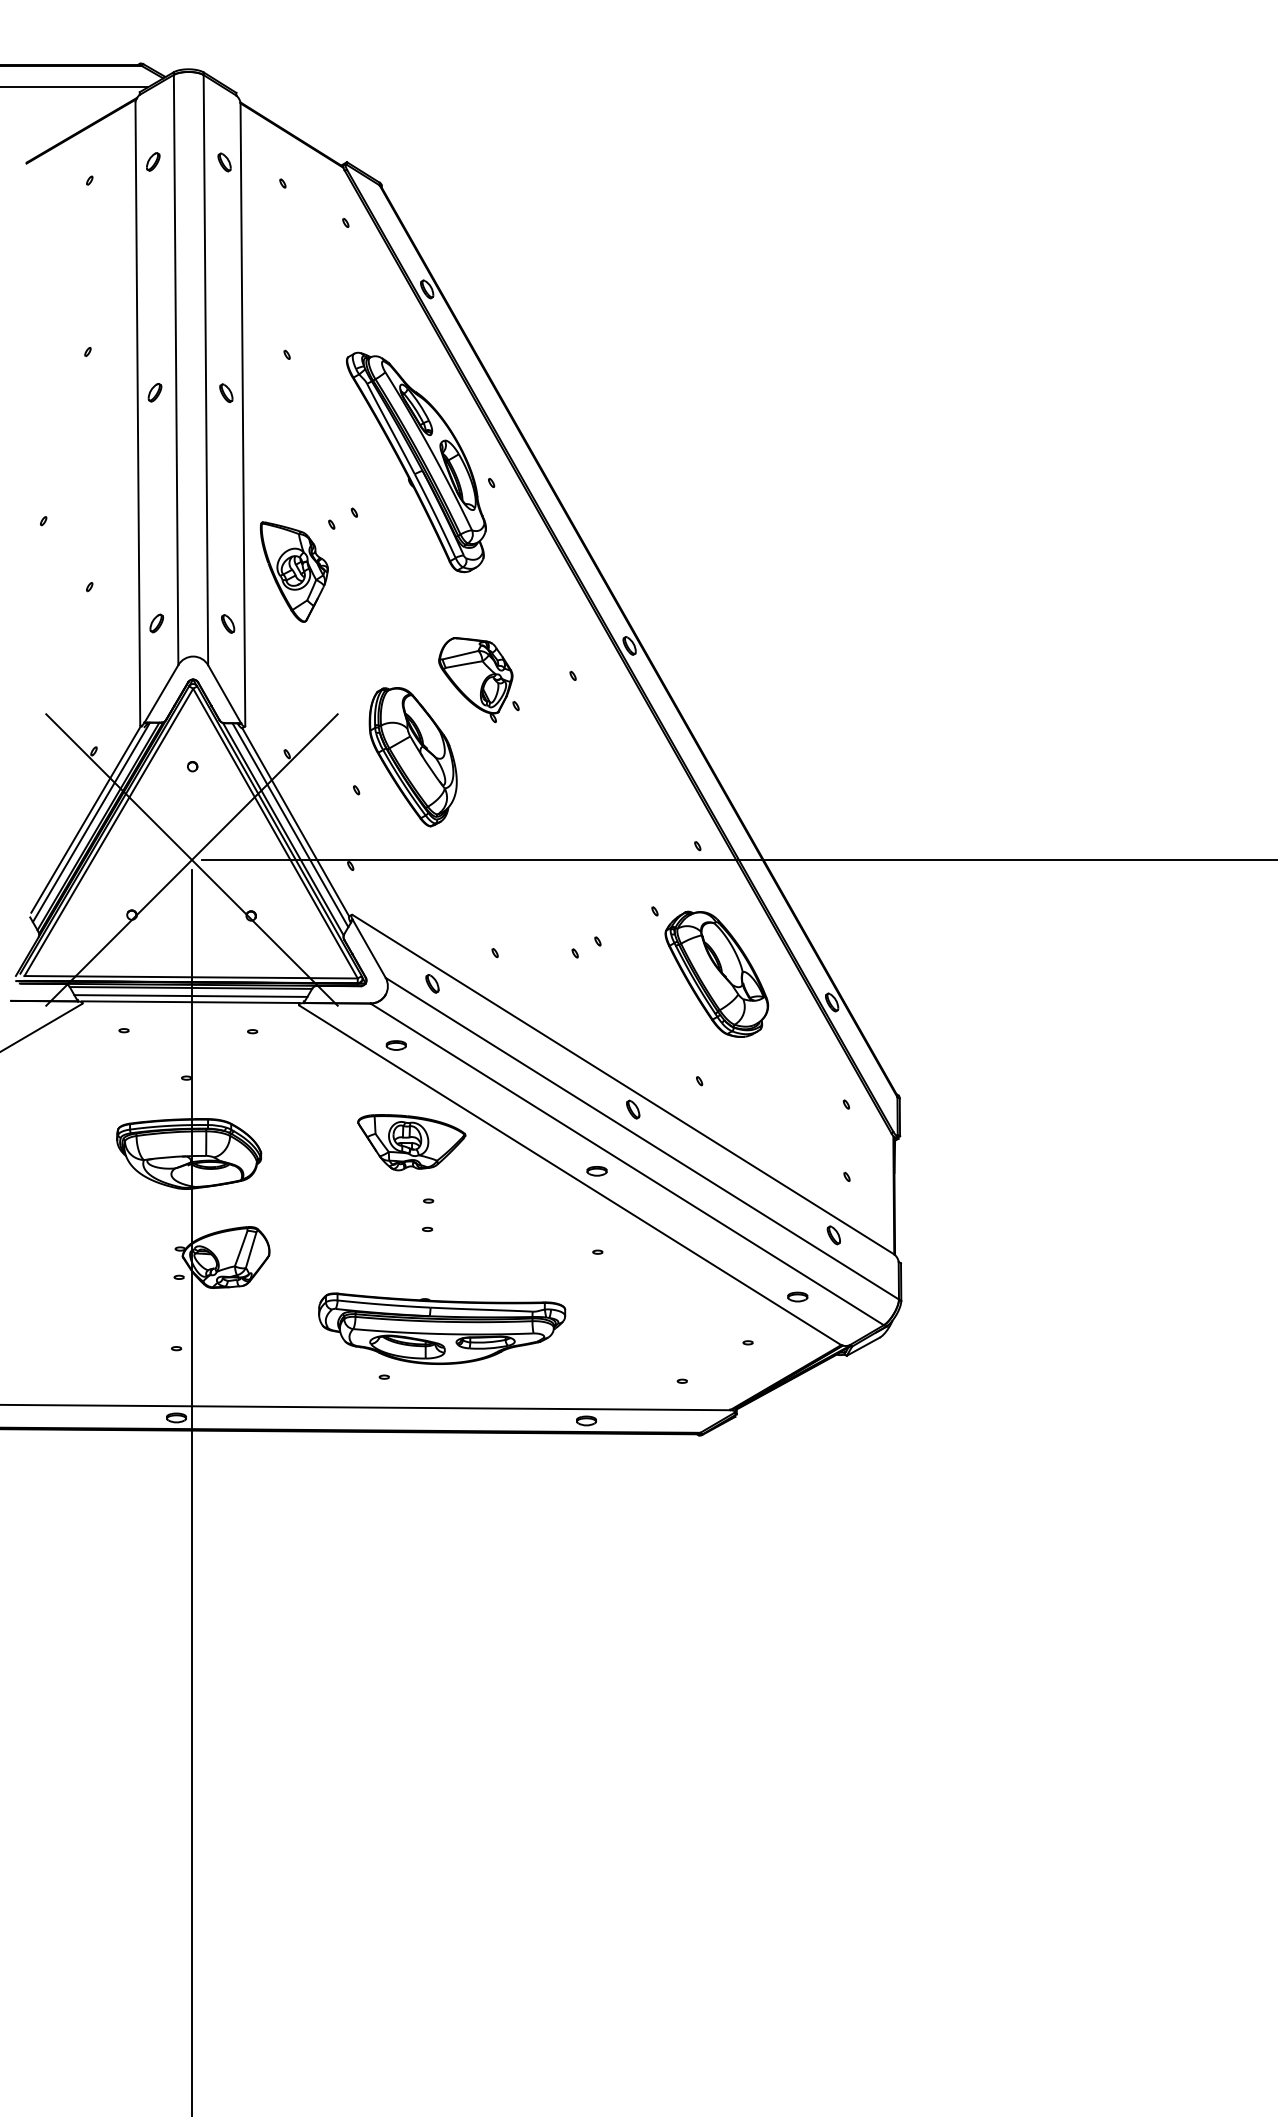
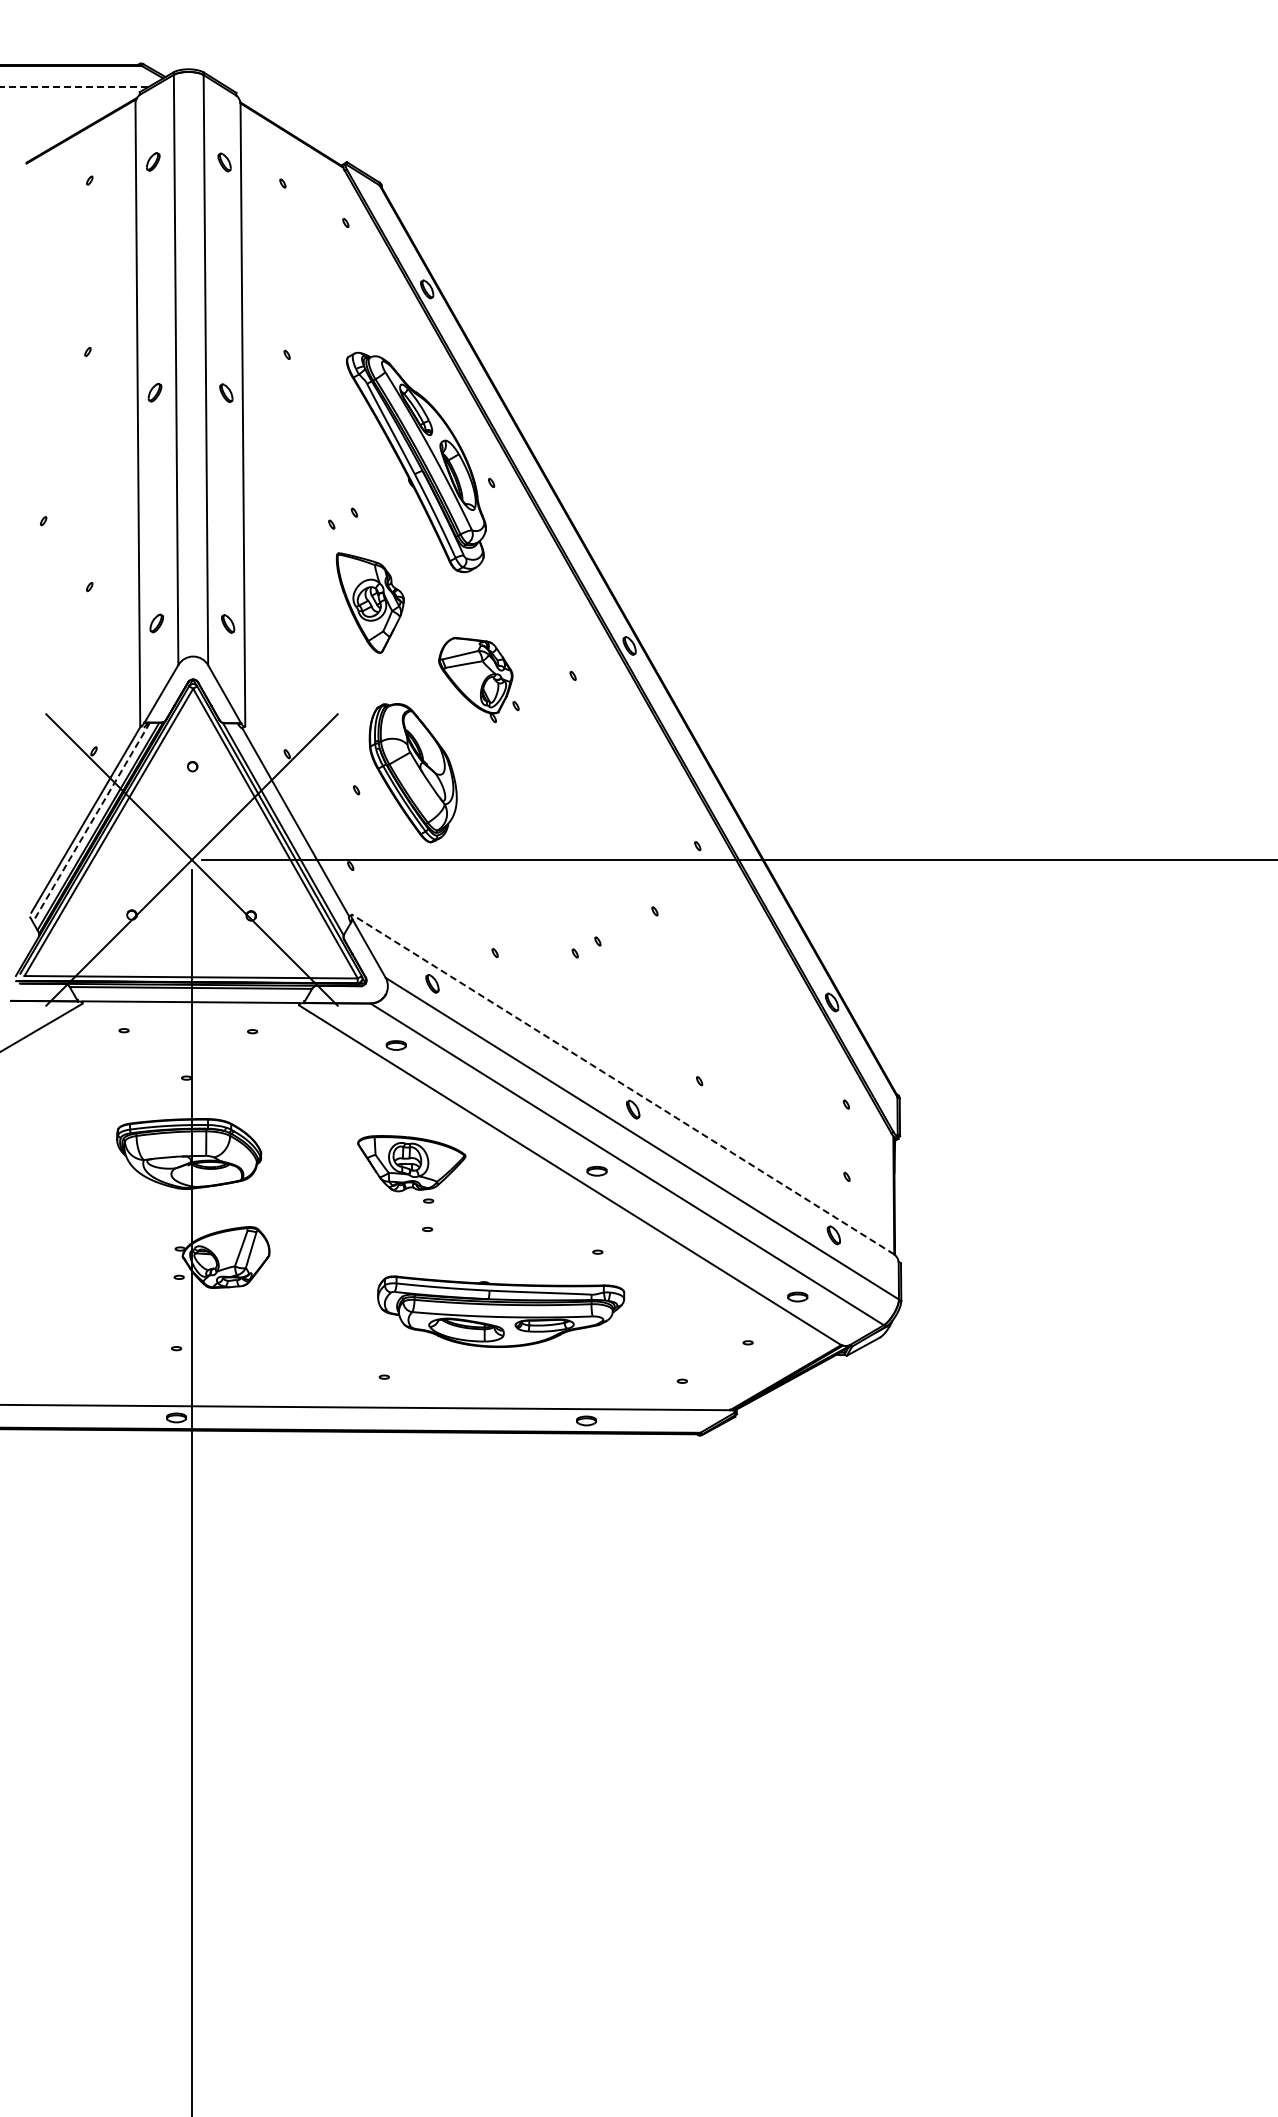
line at (74, 87): solid -> dashed
part at (293, 571) position: (293, 571) -> (369, 602)
part at (412, 757) position: (412, 757) -> (412, 773)
line at (91, 822): solid -> dashed
line at (290, 825): present -> none
part at (716, 973): present -> none
line at (190, 995): present -> none
line at (623, 1084): solid -> dashed
part at (411, 1142) position: (411, 1142) -> (411, 1163)
part at (442, 1328) position: (442, 1328) -> (501, 1311)
